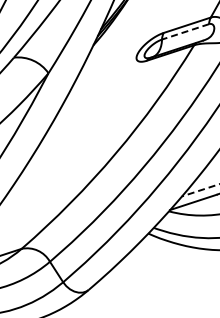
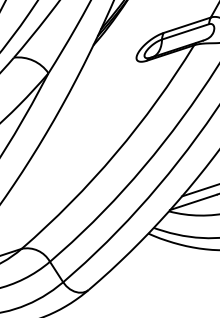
line at (185, 31): dashed -> solid
line at (200, 190): dashed -> solid
